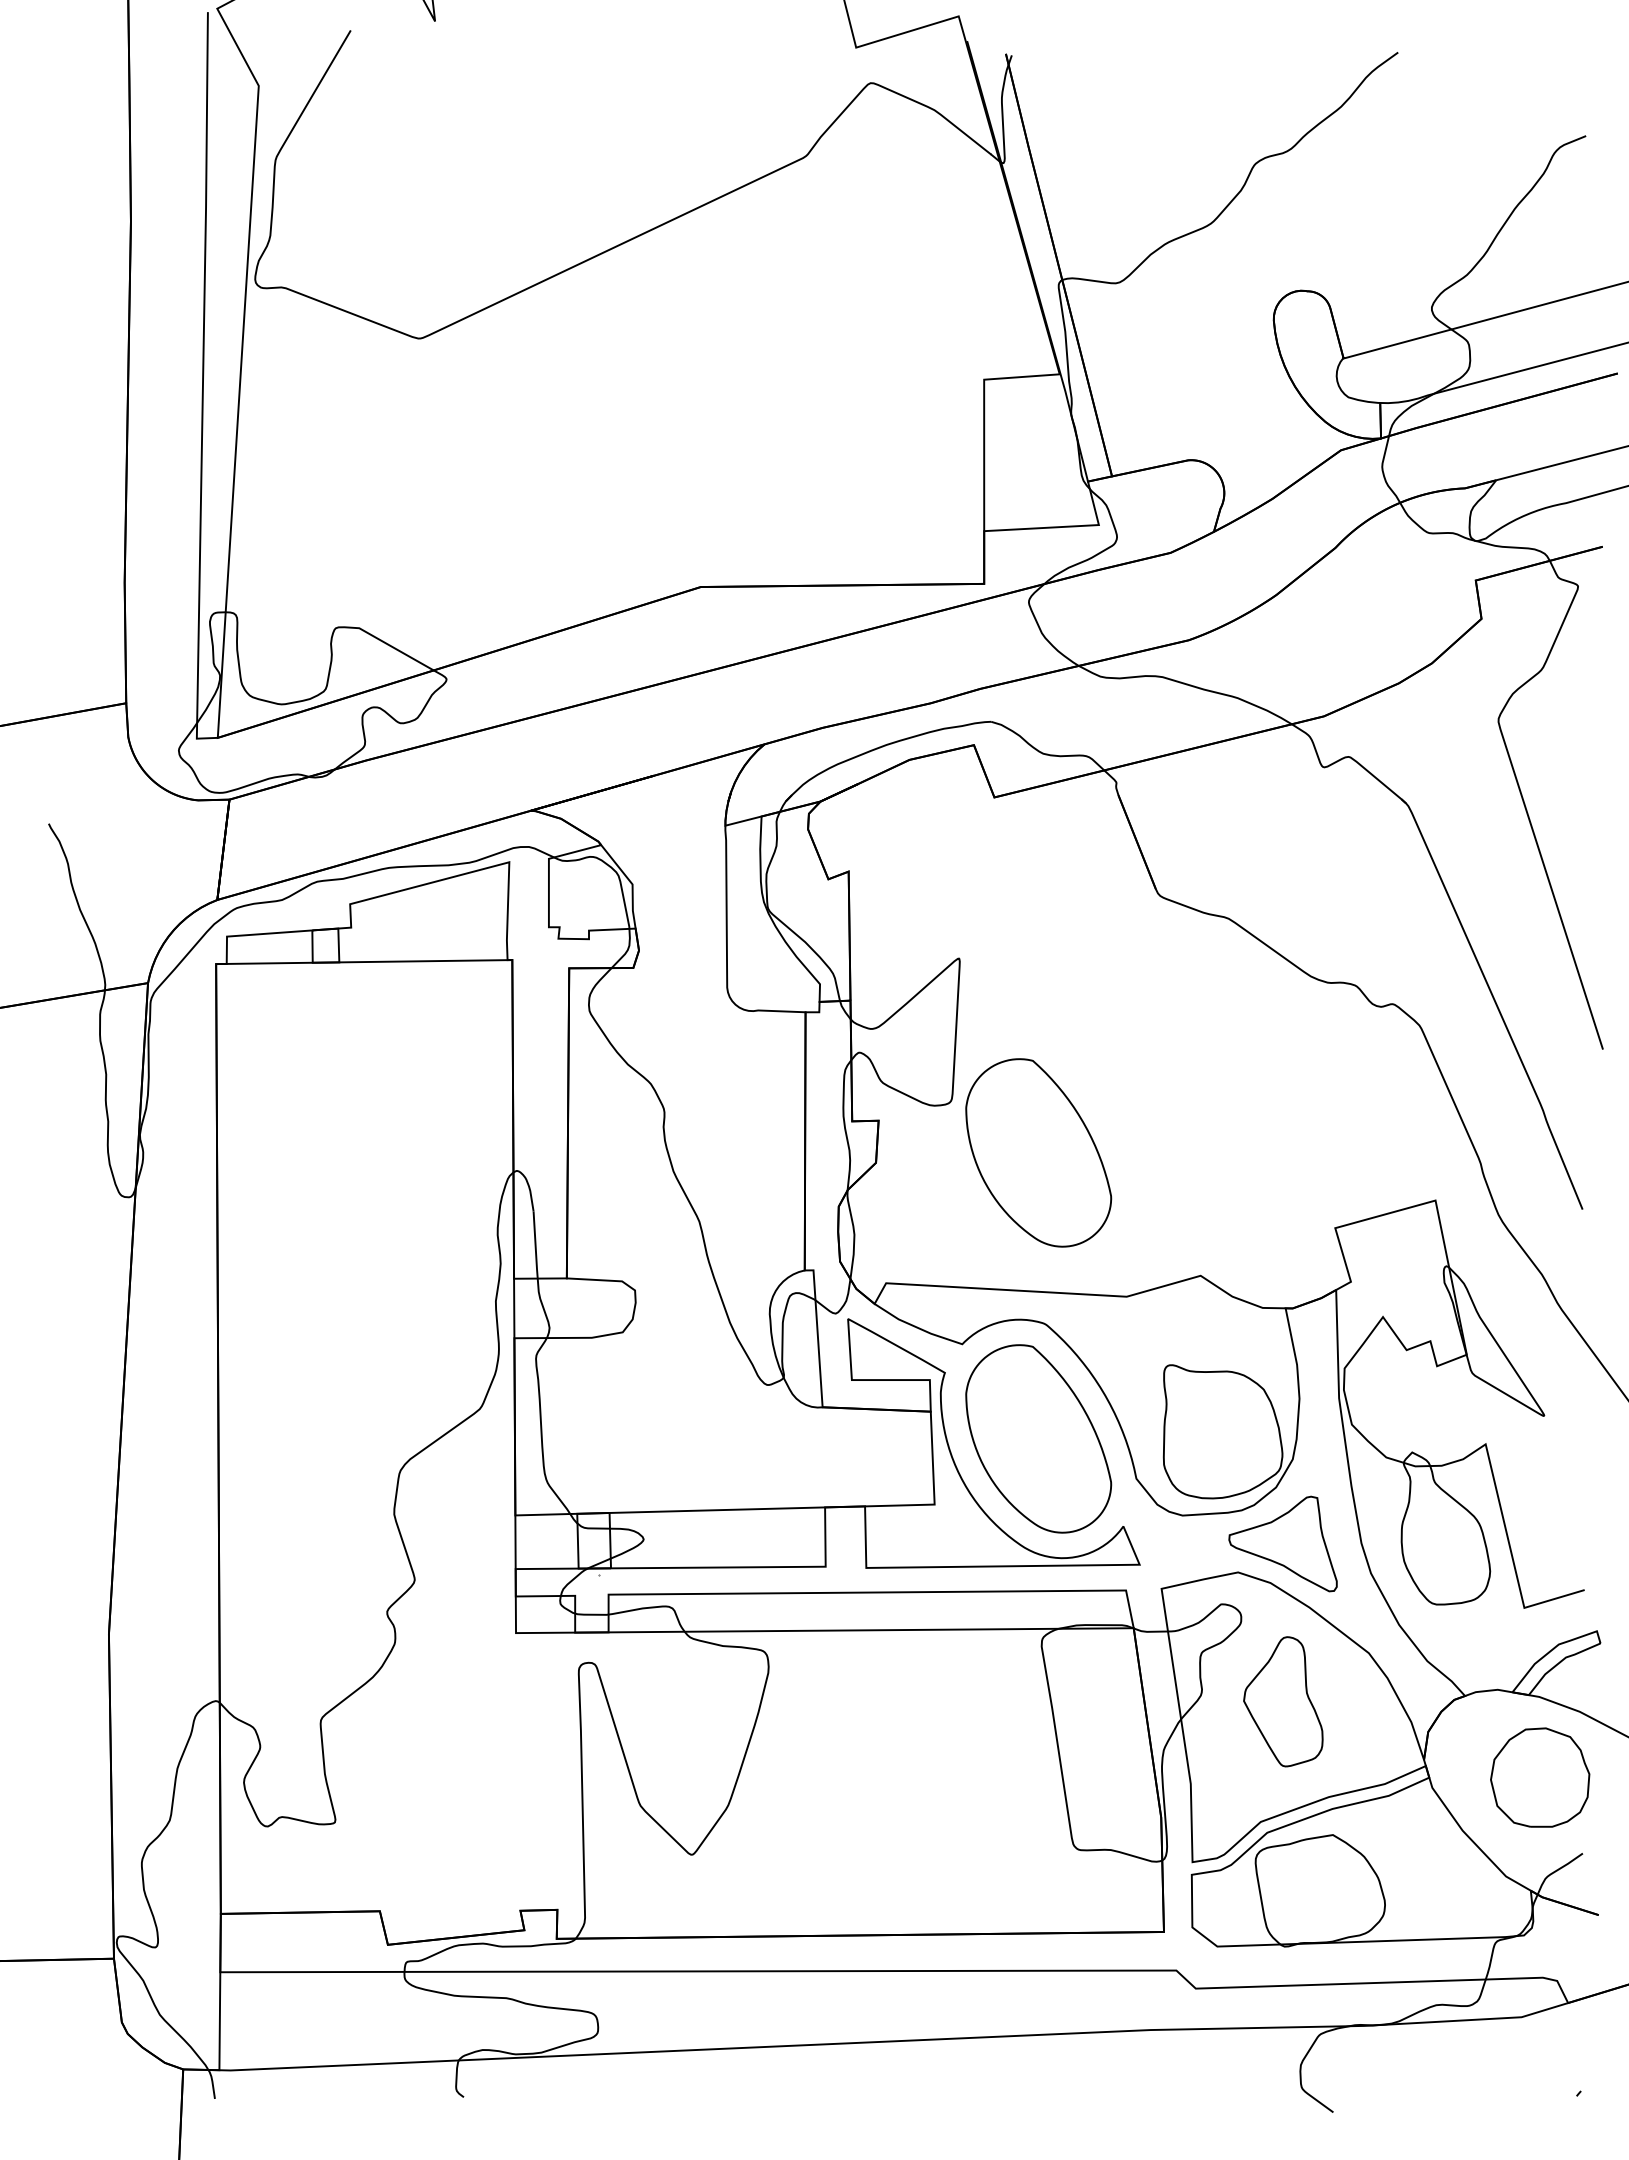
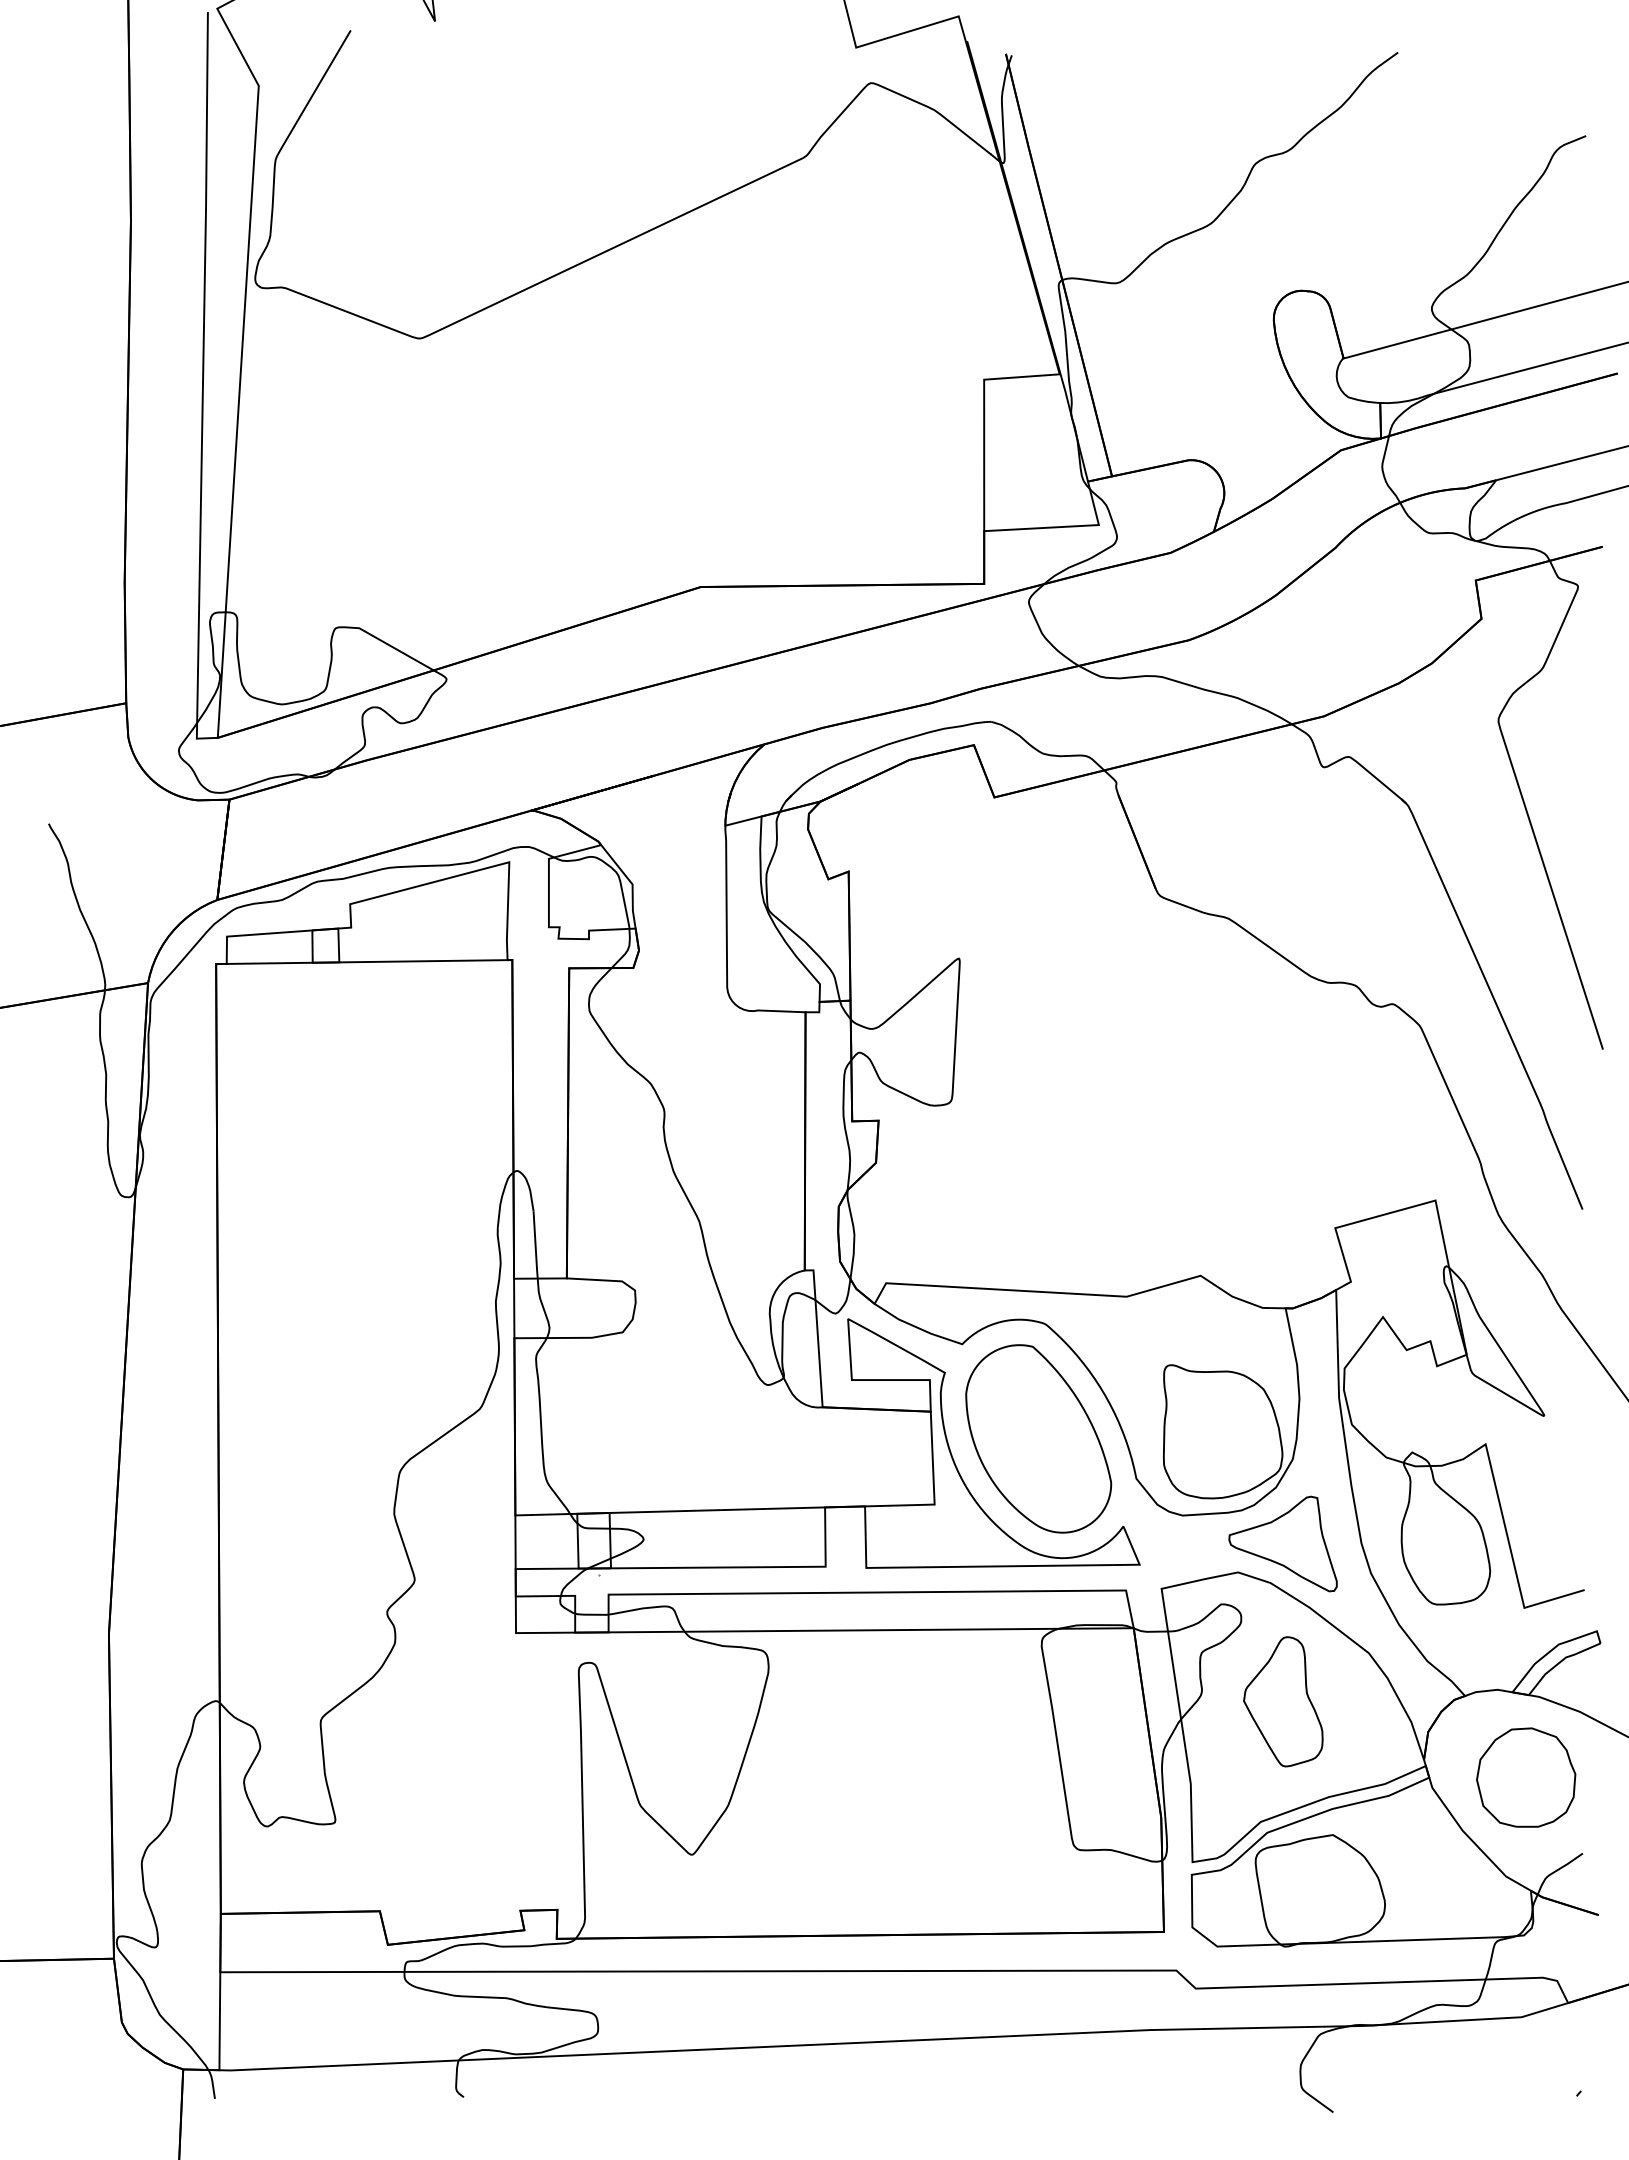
part at (1038, 1152): present -> none
part at (1540, 1777) position: (1540, 1777) -> (1526, 1777)
